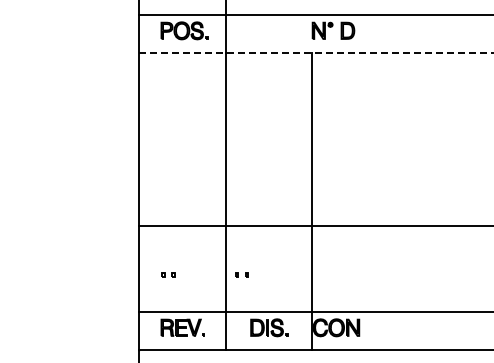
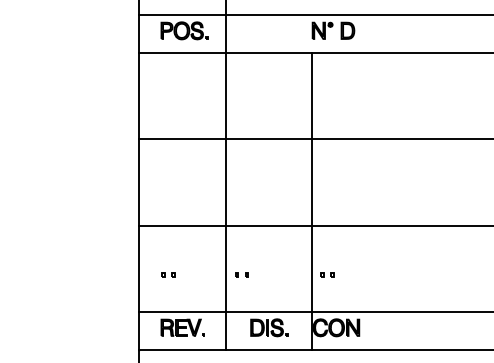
line at (316, 53): dashed -> solid
line at (314, 139): none -> present
part at (327, 274): none -> present
